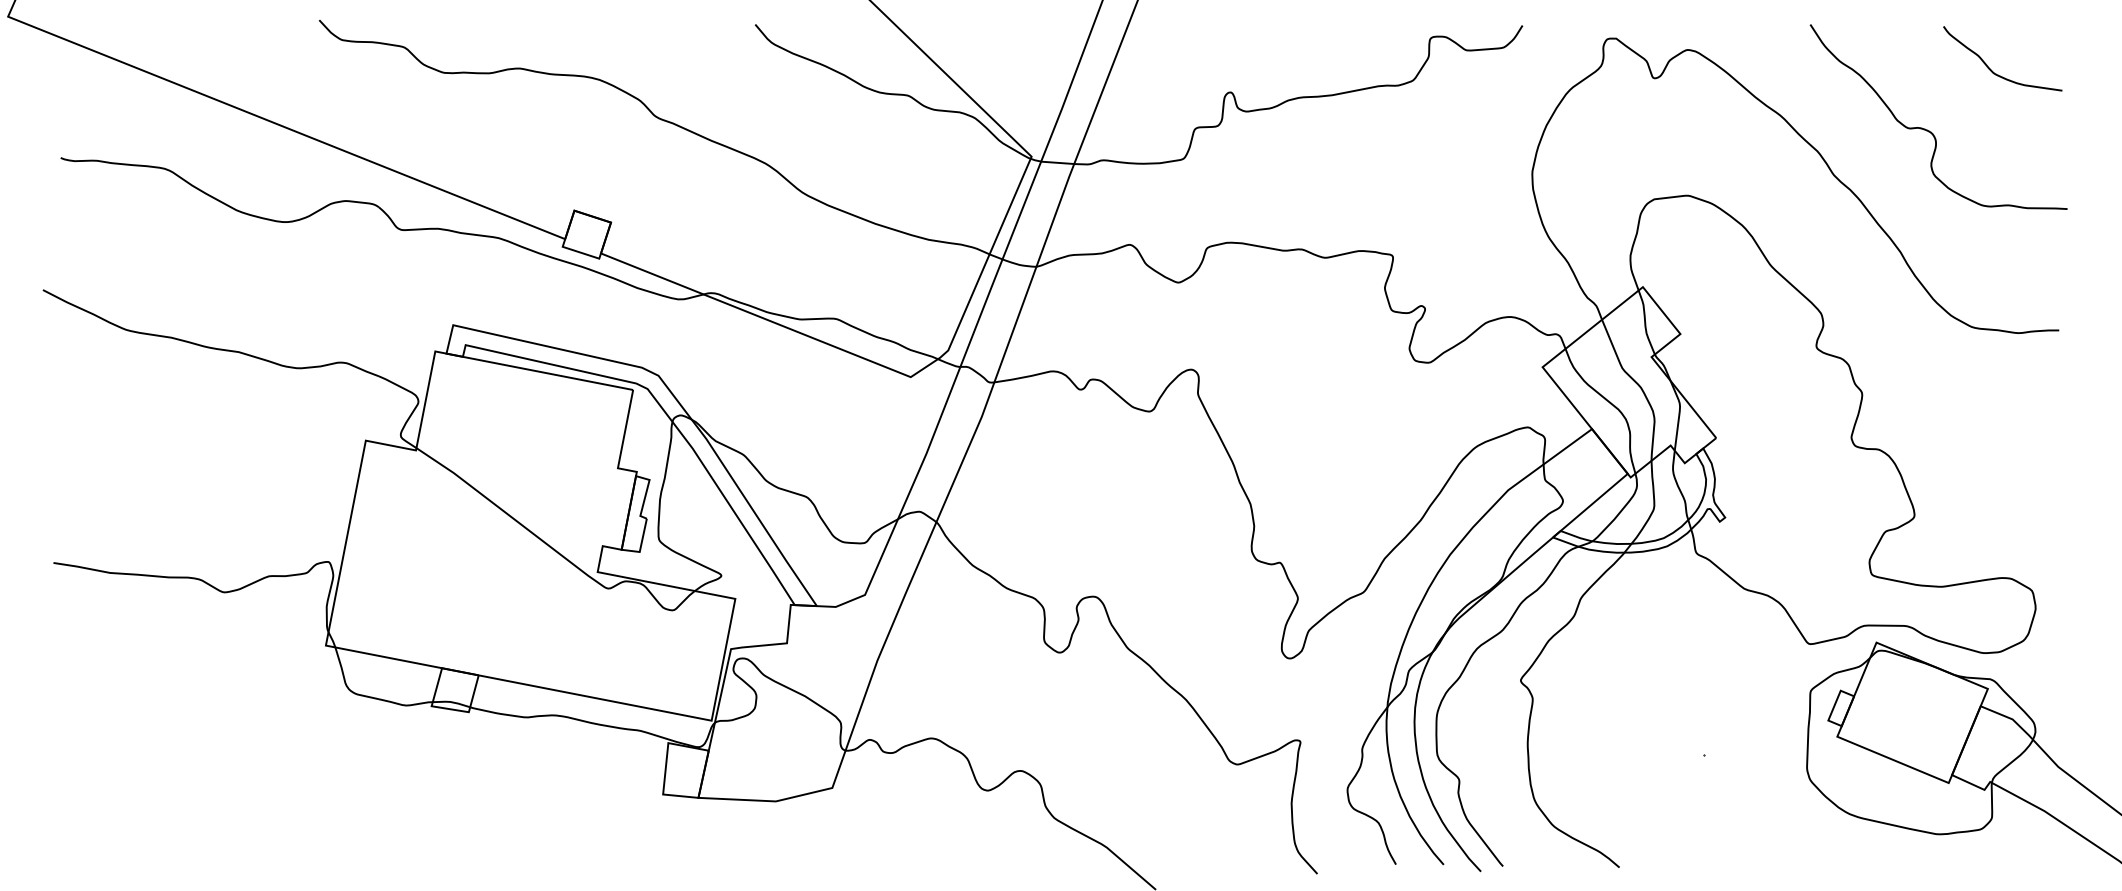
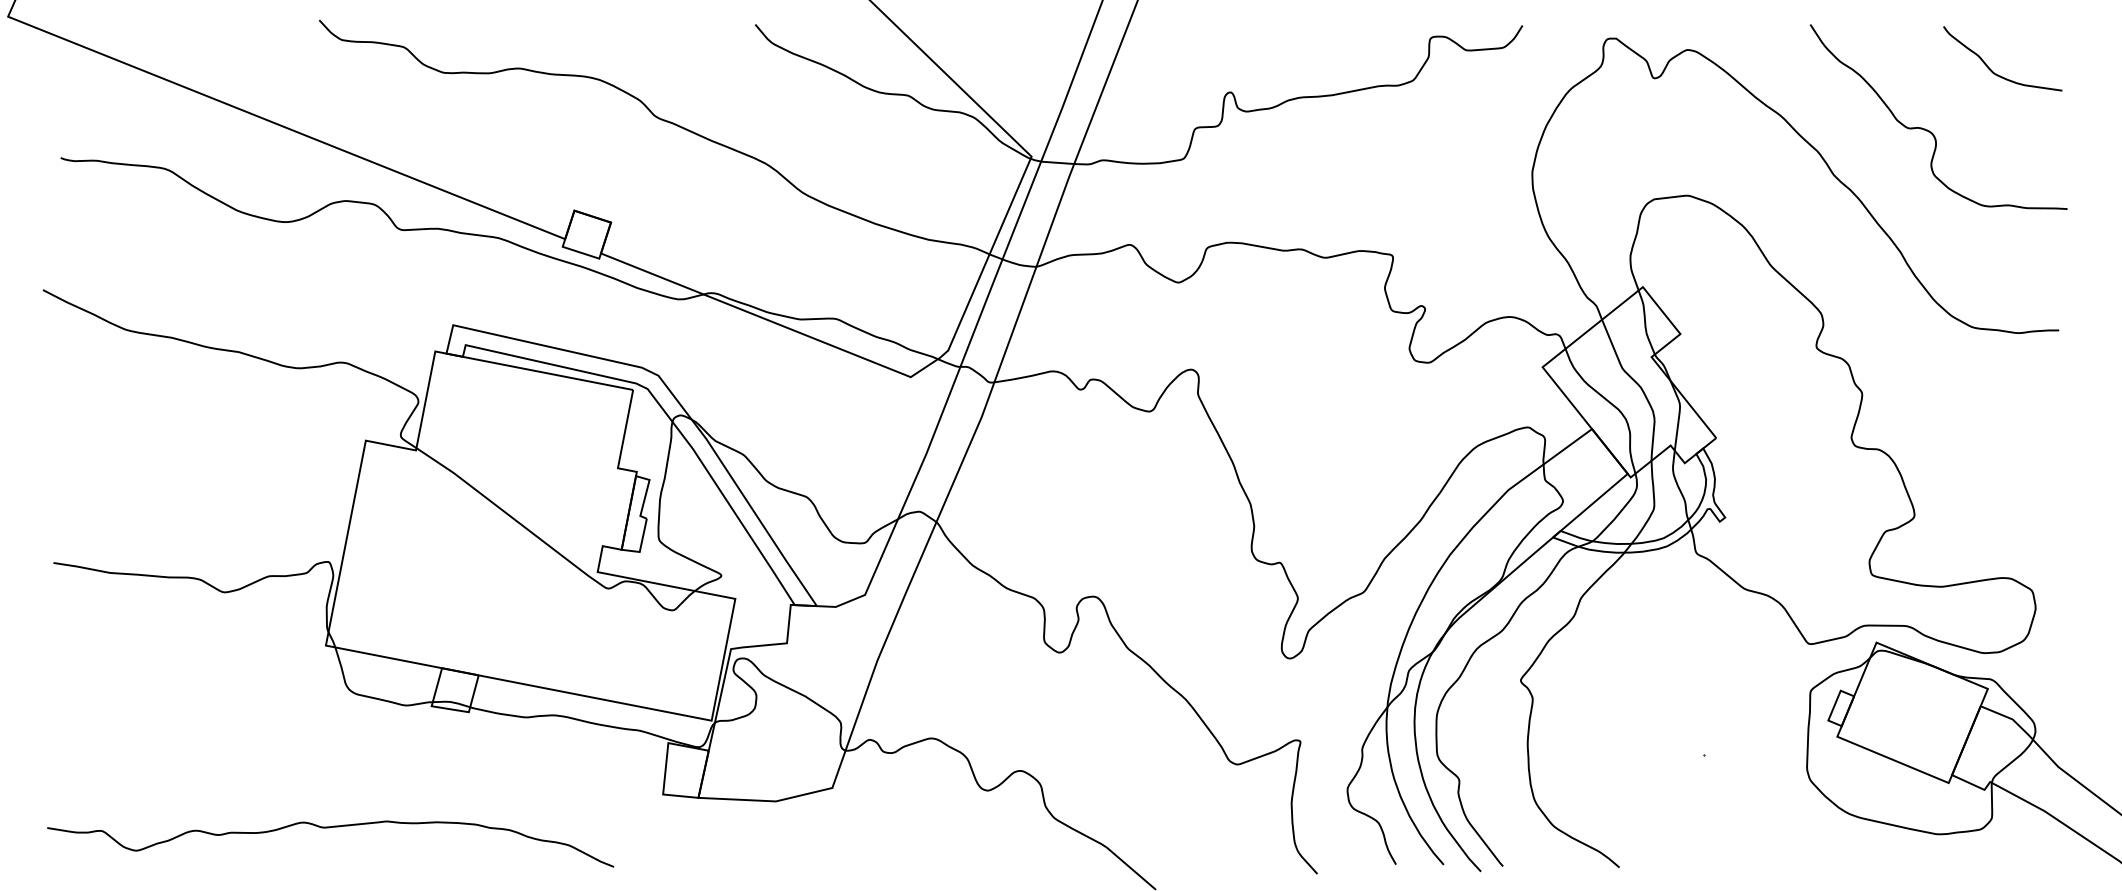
part at (329, 828): none -> present
